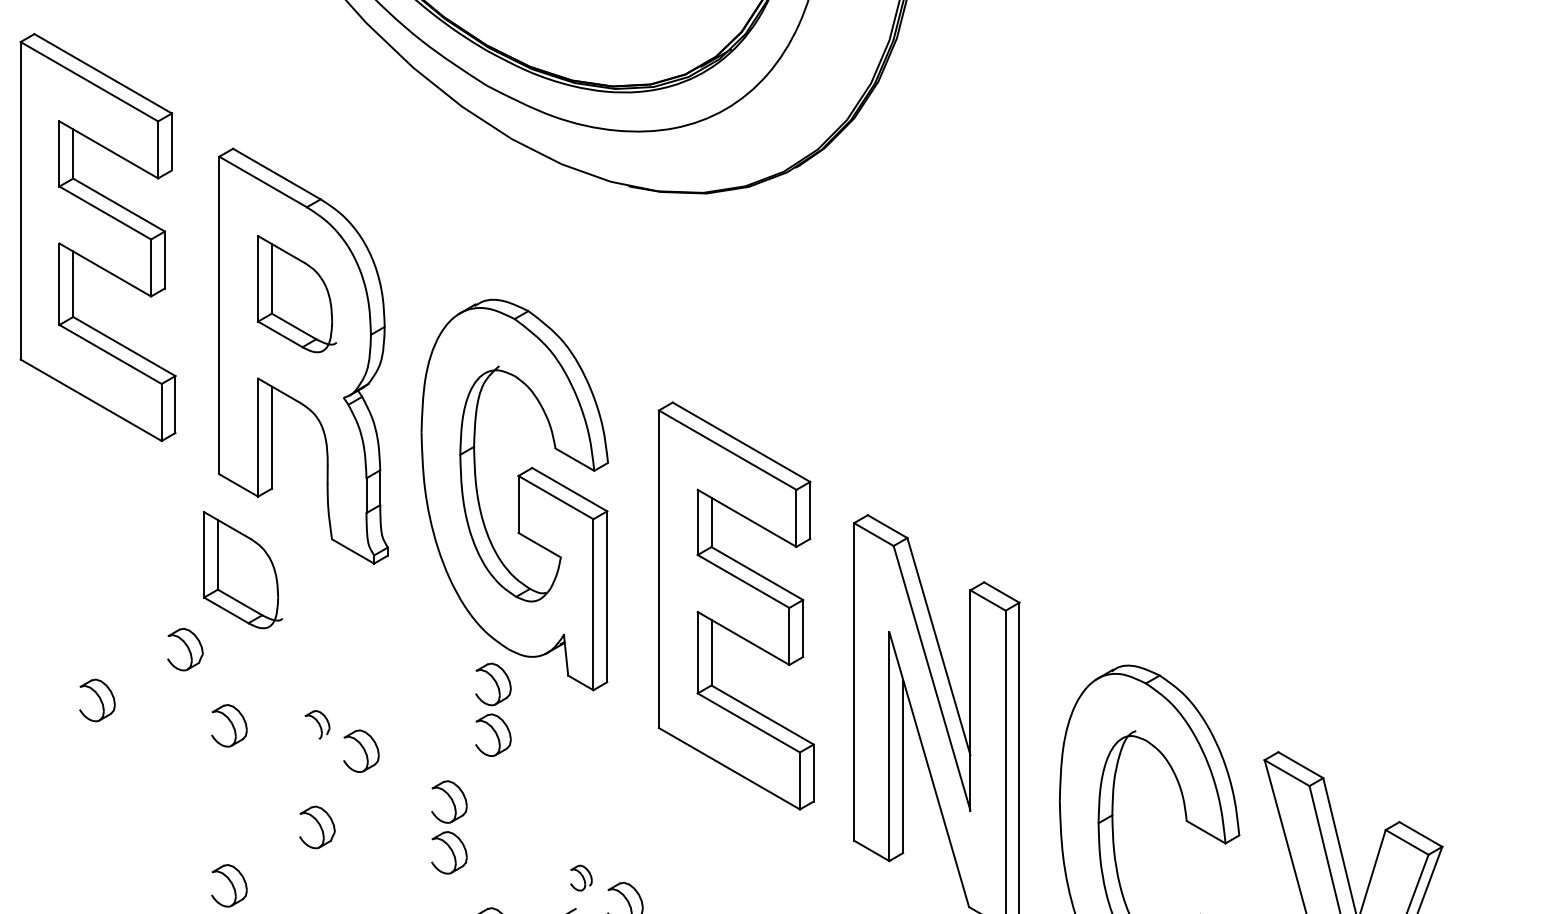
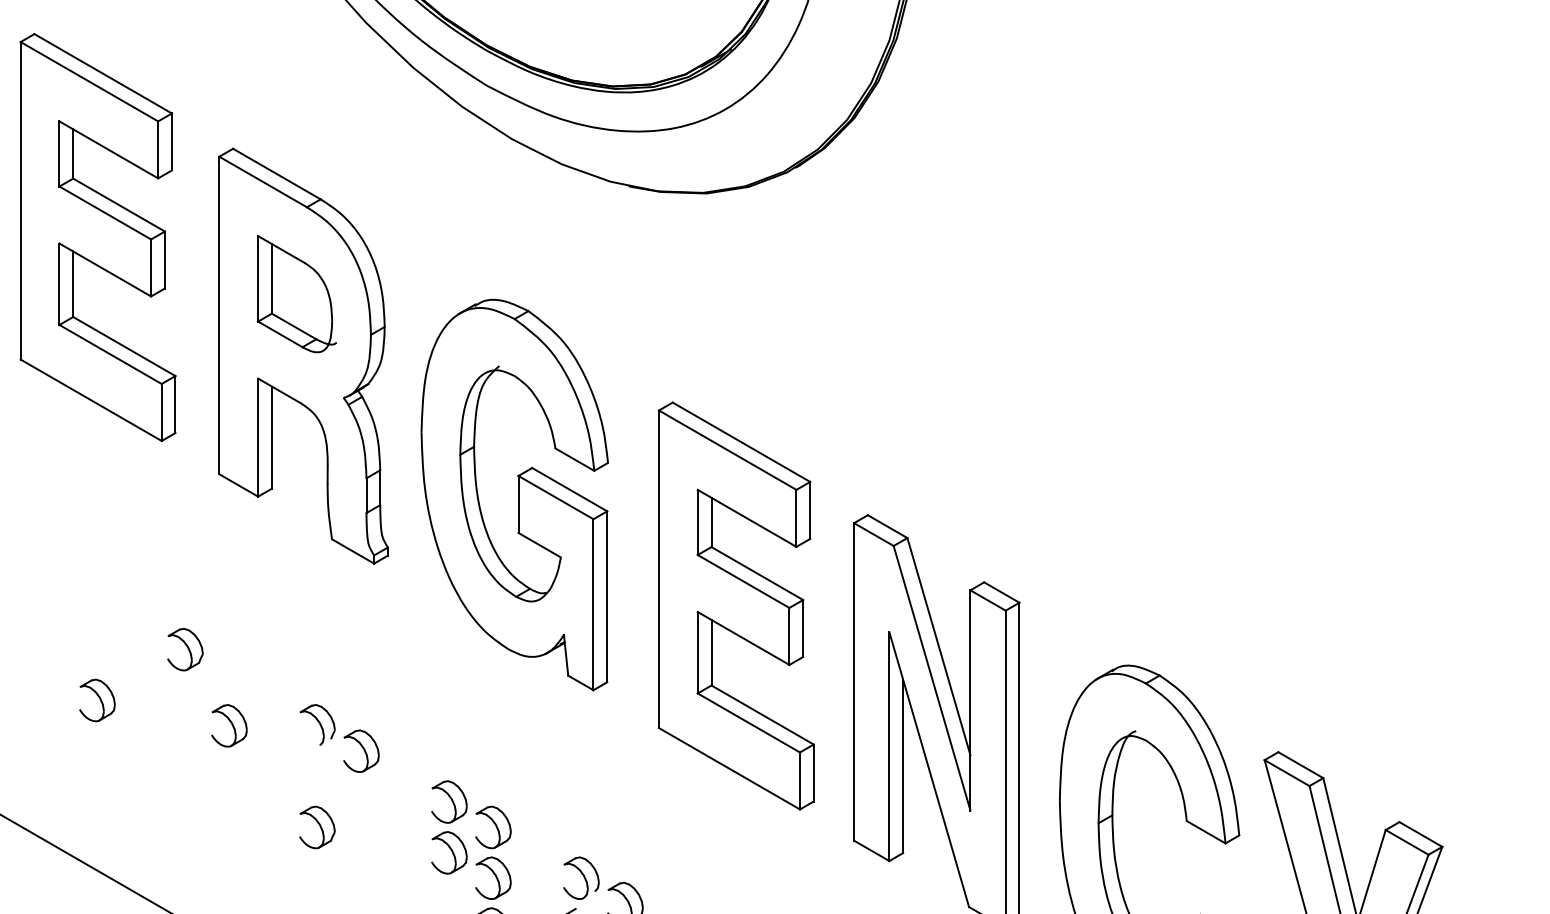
part at (242, 570): present -> none
part at (493, 709) position: (493, 709) -> (493, 852)
part at (317, 724) size: 27x30 px -> 37x42 px
line at (84, 863): none -> present
part at (581, 877) size: 23x28 px -> 37x44 px
part at (229, 885): present -> none
